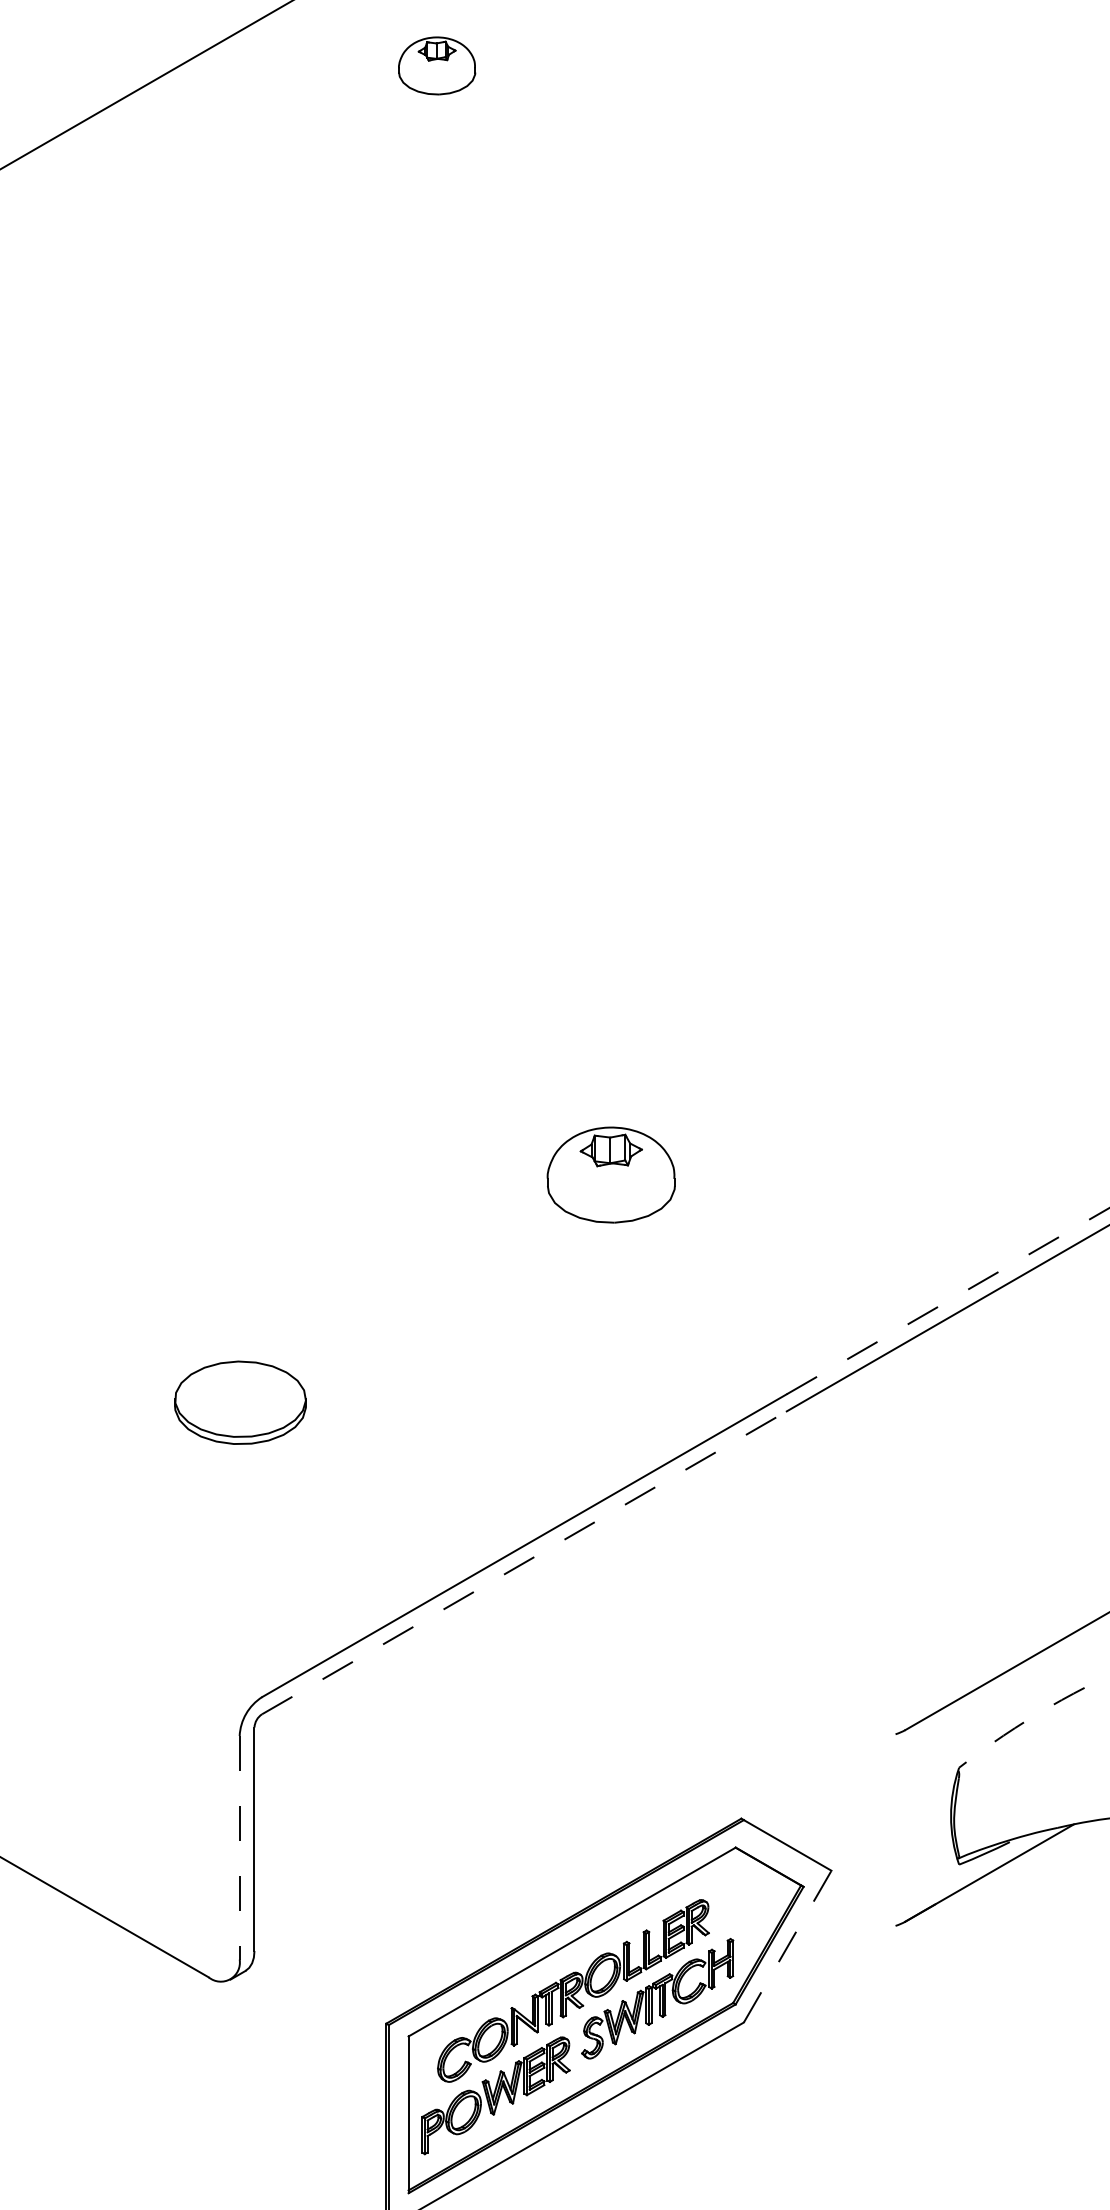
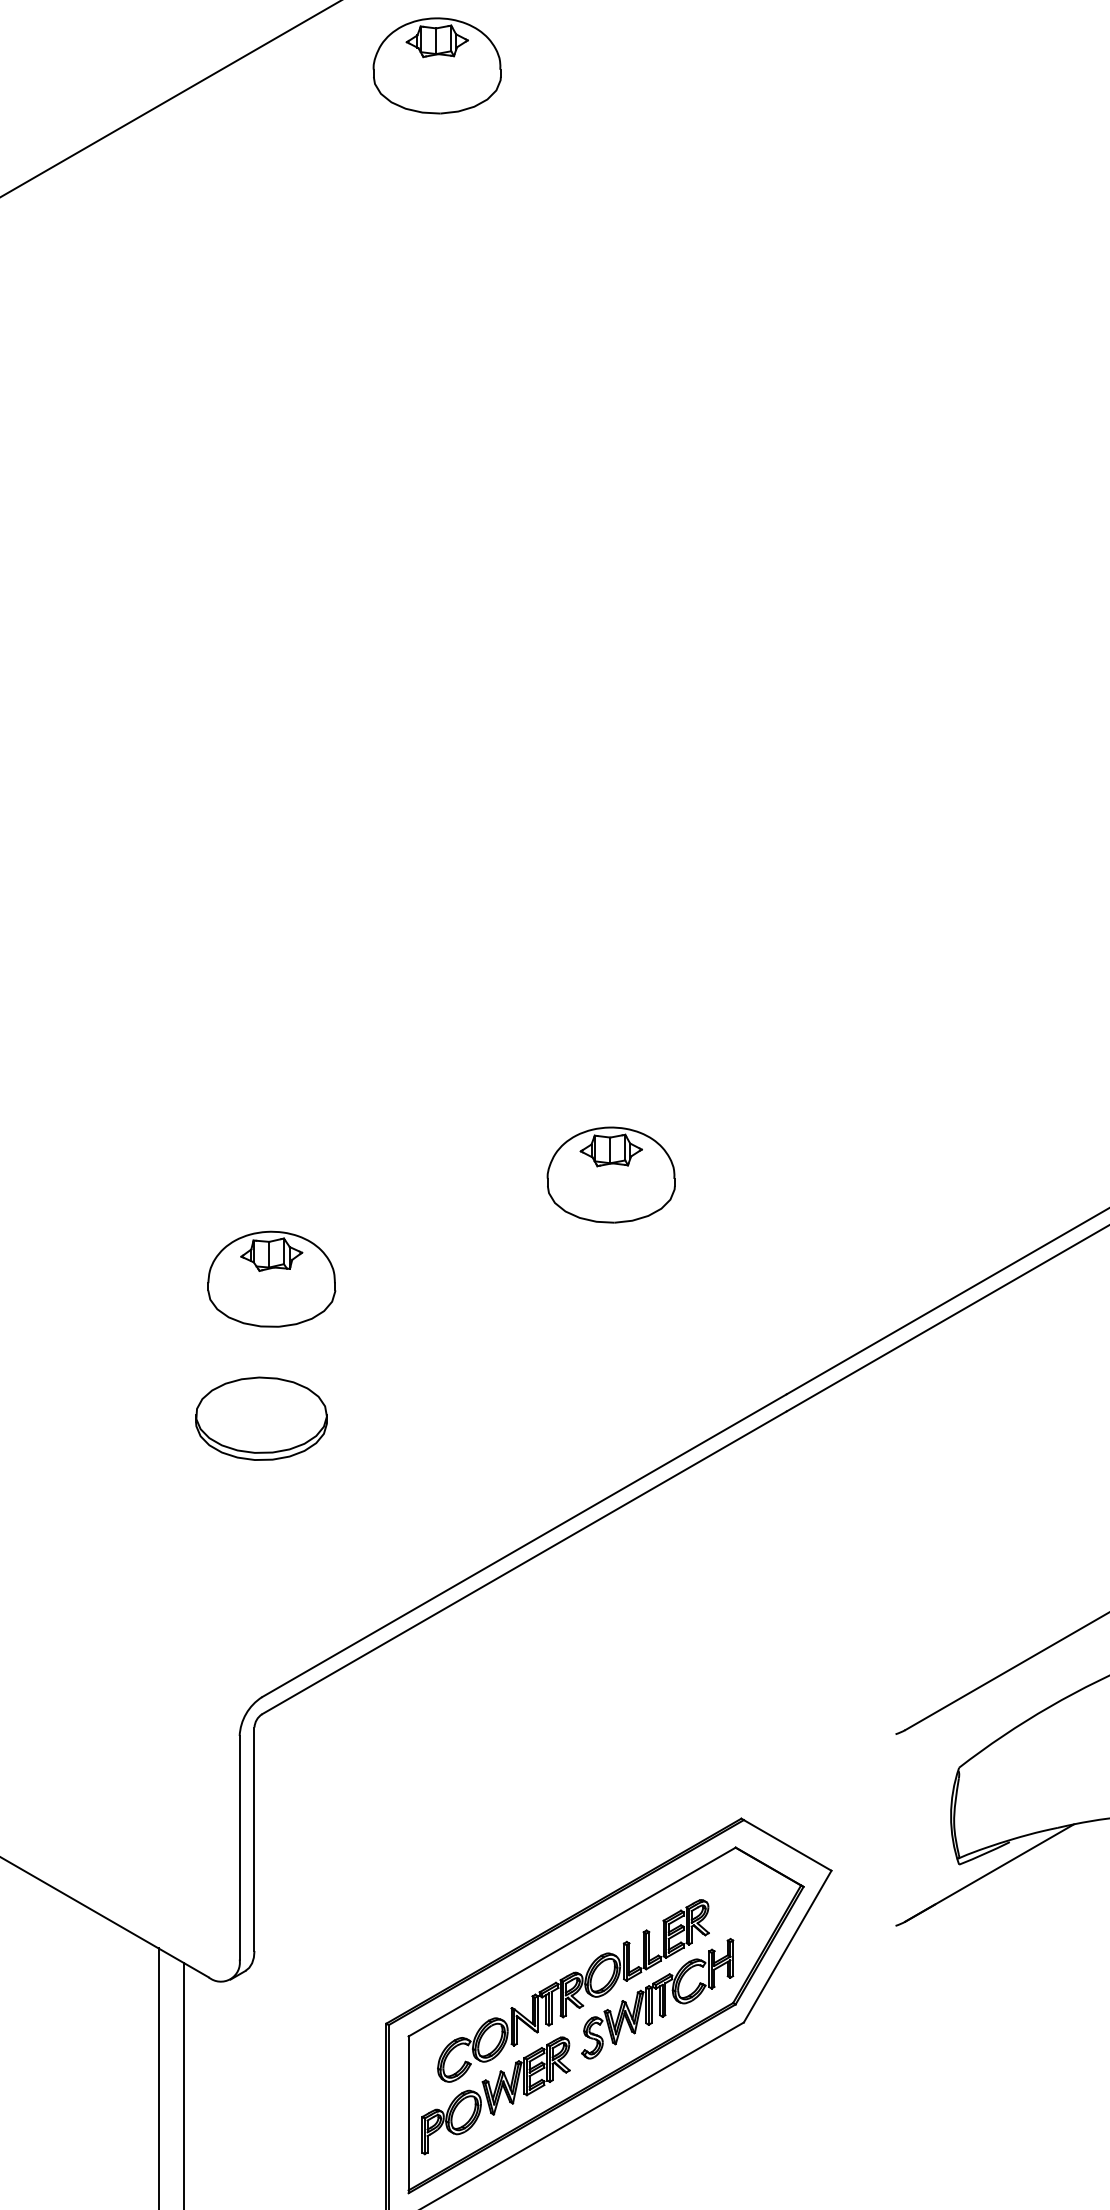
part at (437, 65) size: 79x60 px -> 130x98 px
line at (145, 85) position: (145, 85) -> (169, 98)
part at (271, 1278): none -> present
line at (948, 1300): dashed -> solid
part at (240, 1402) position: (240, 1402) -> (261, 1418)
line at (524, 1562): dashed -> solid
arc at (1031, 1717): dashed -> solid
line at (239, 1847): dashed -> solid
line at (787, 1946): dashed -> solid
line at (158, 2077): none -> present
line at (184, 2084): none -> present
